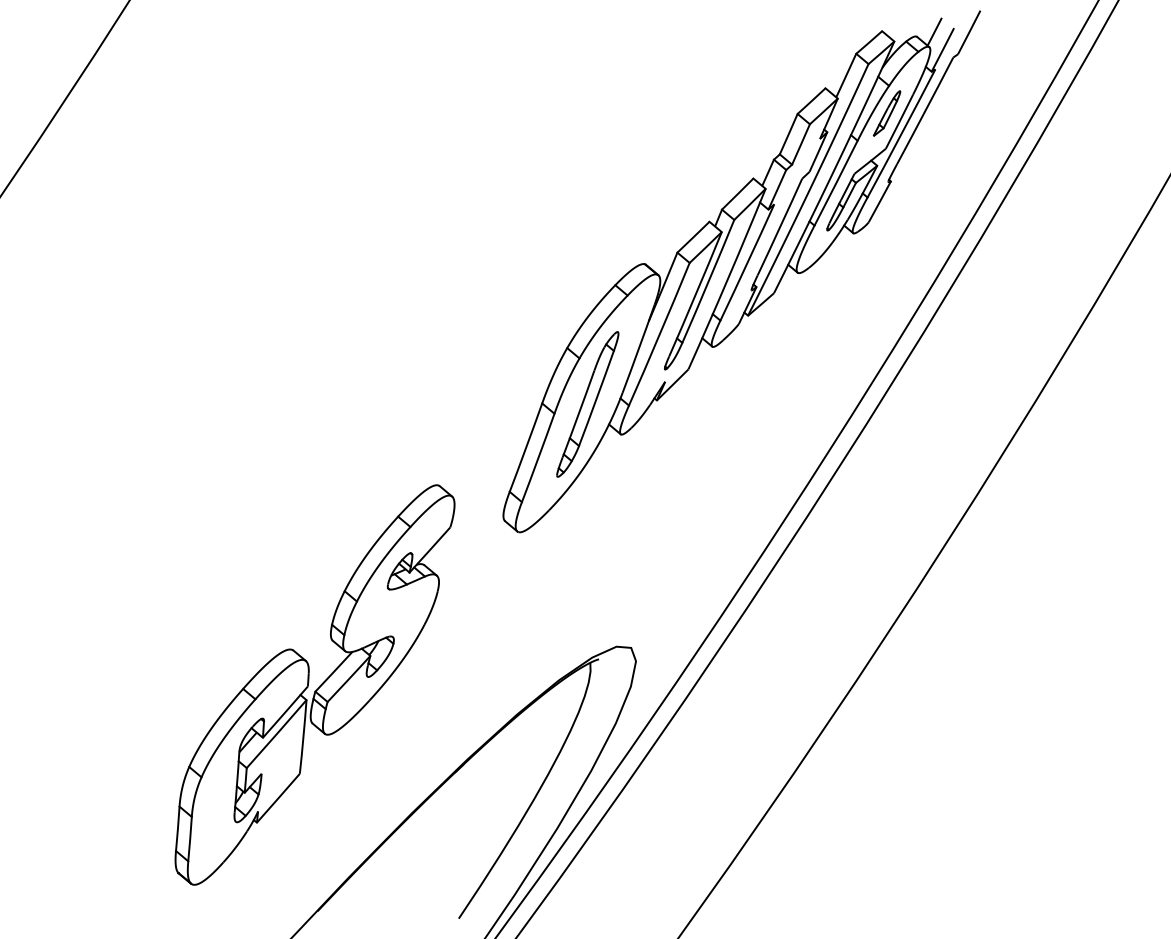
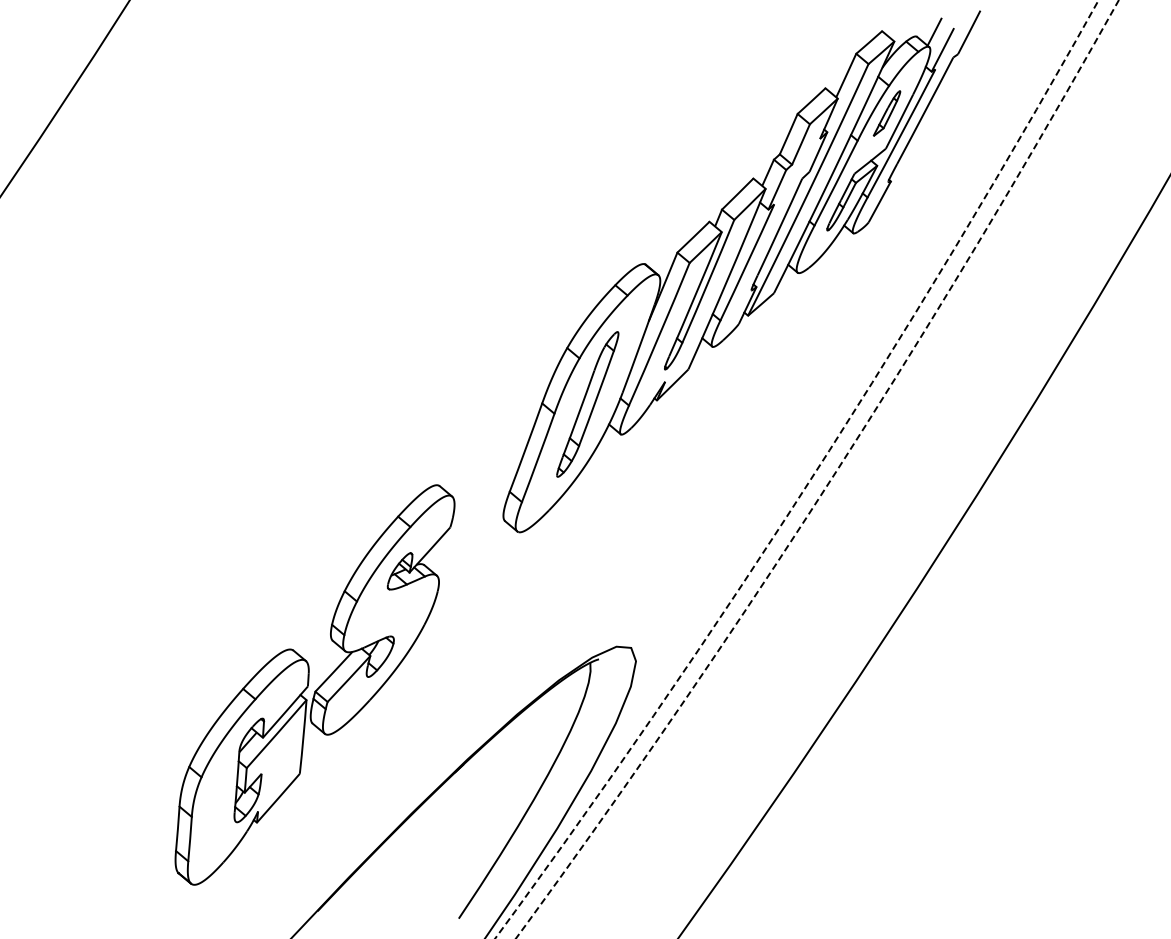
circle at (816, 469): solid -> dashed
arc at (811, 478): solid -> dashed
